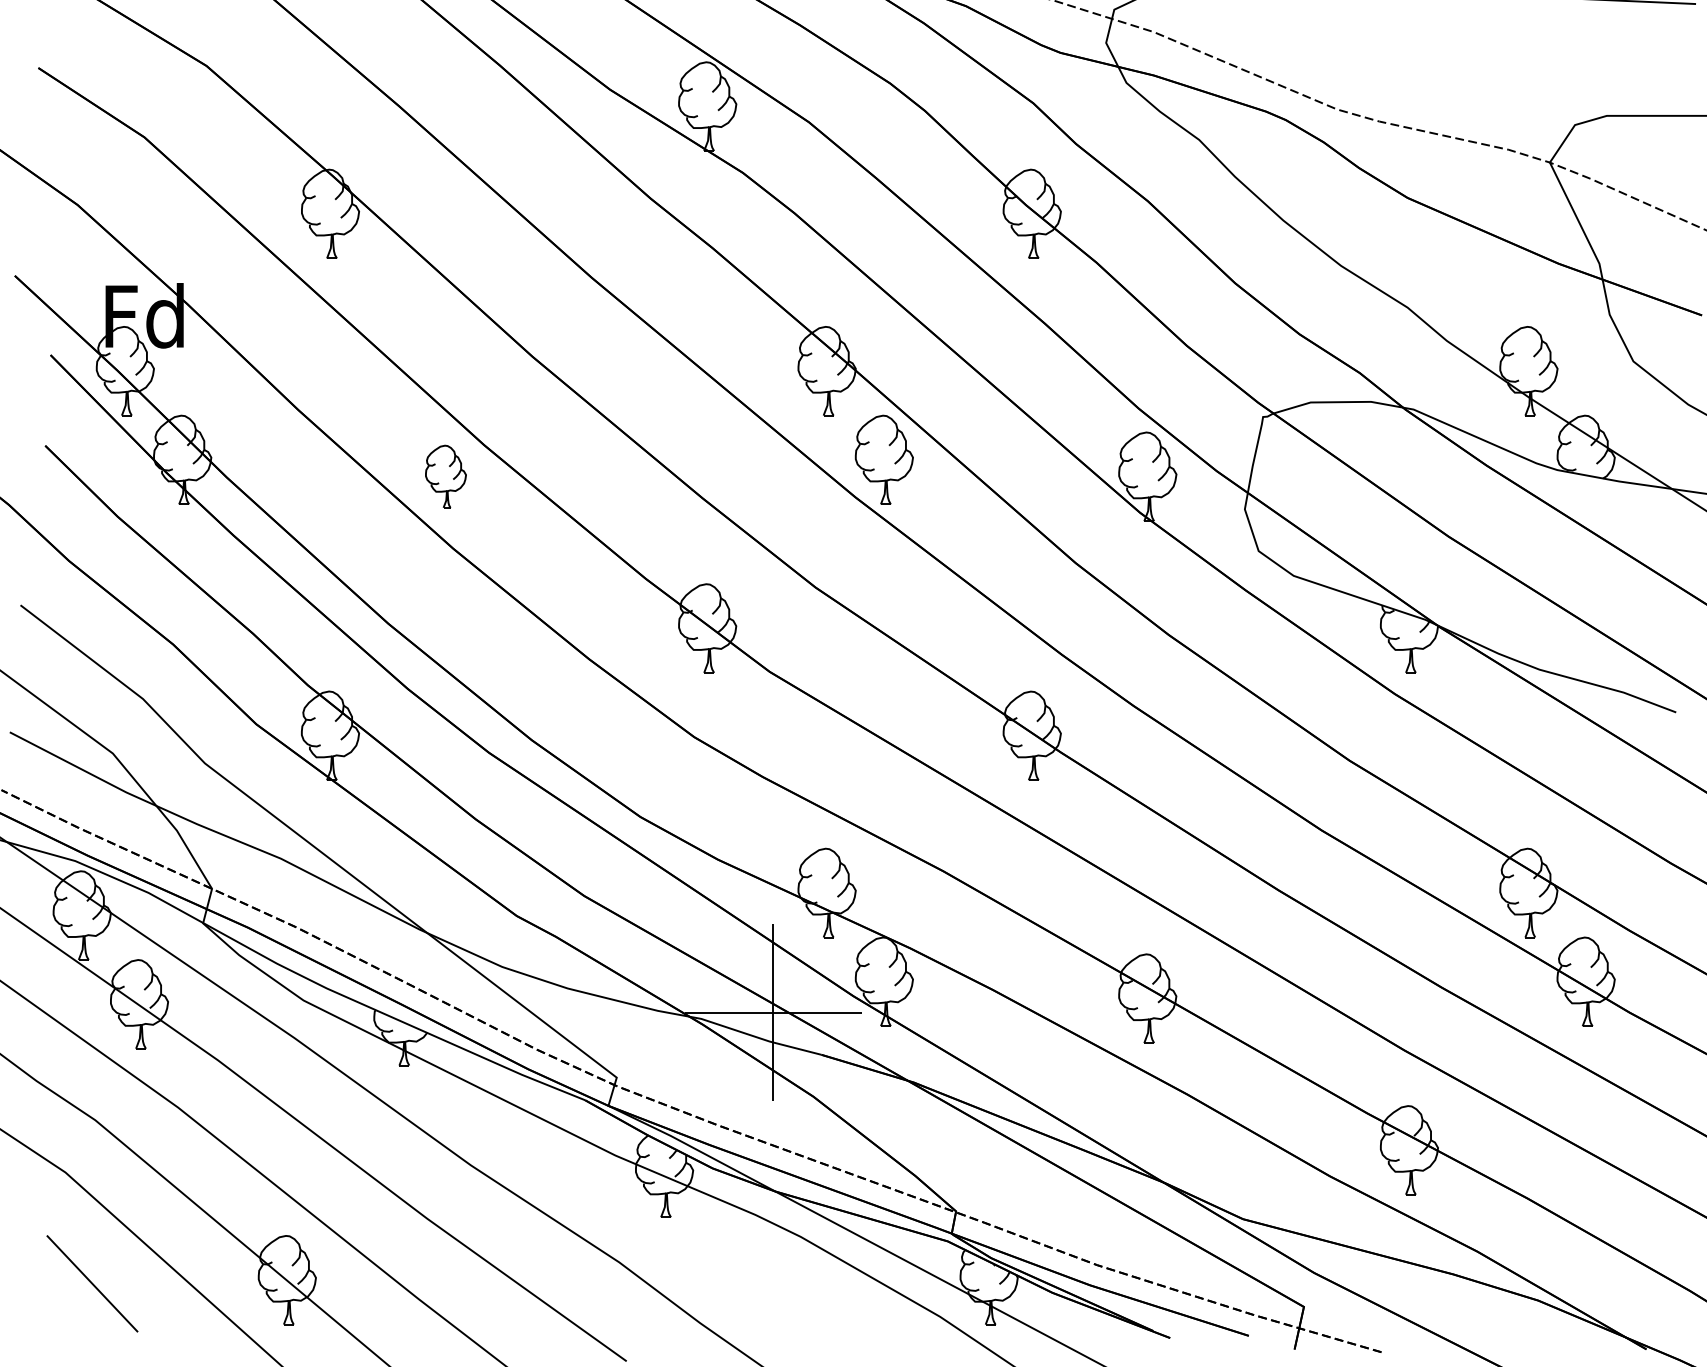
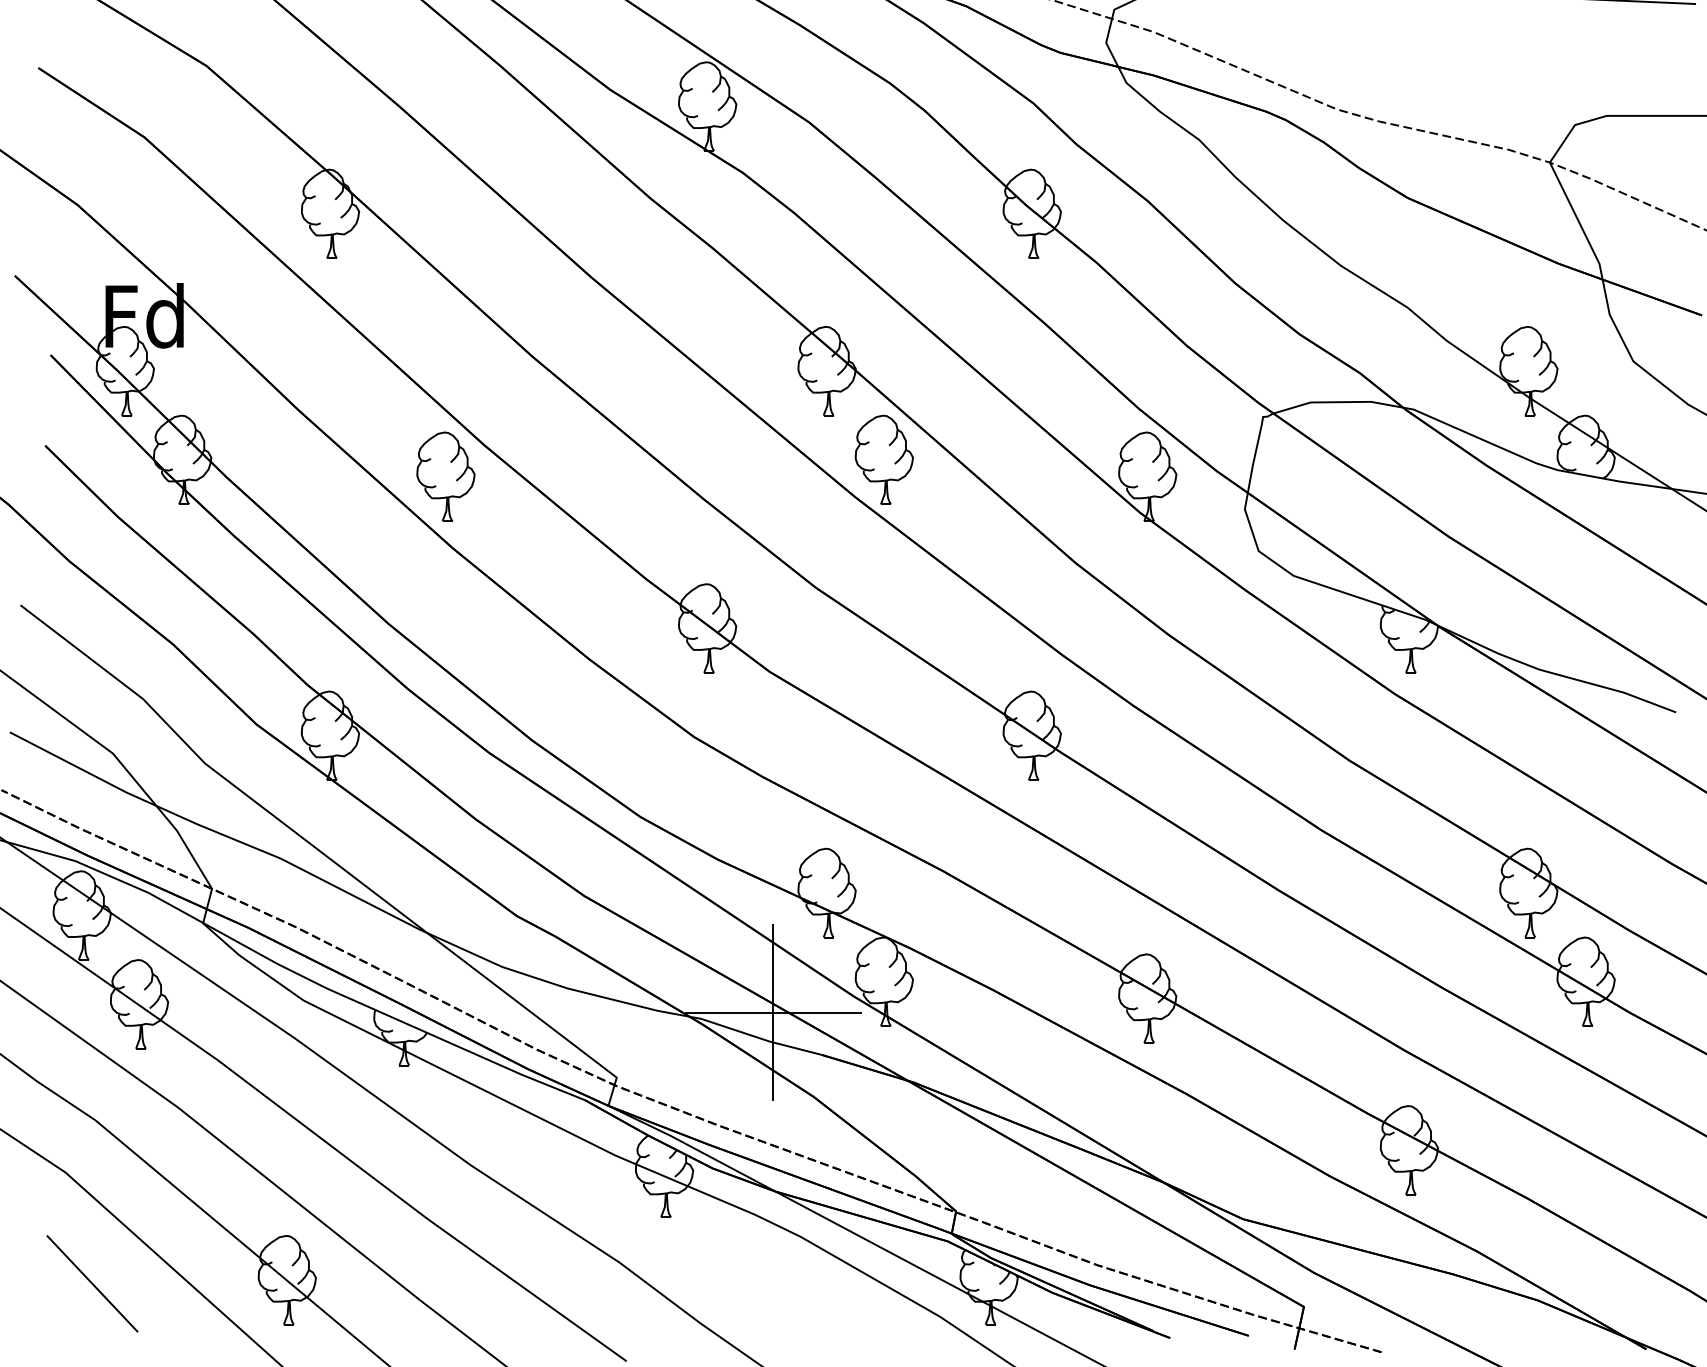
part at (445, 476) size: 42x65 px -> 60x91 px
